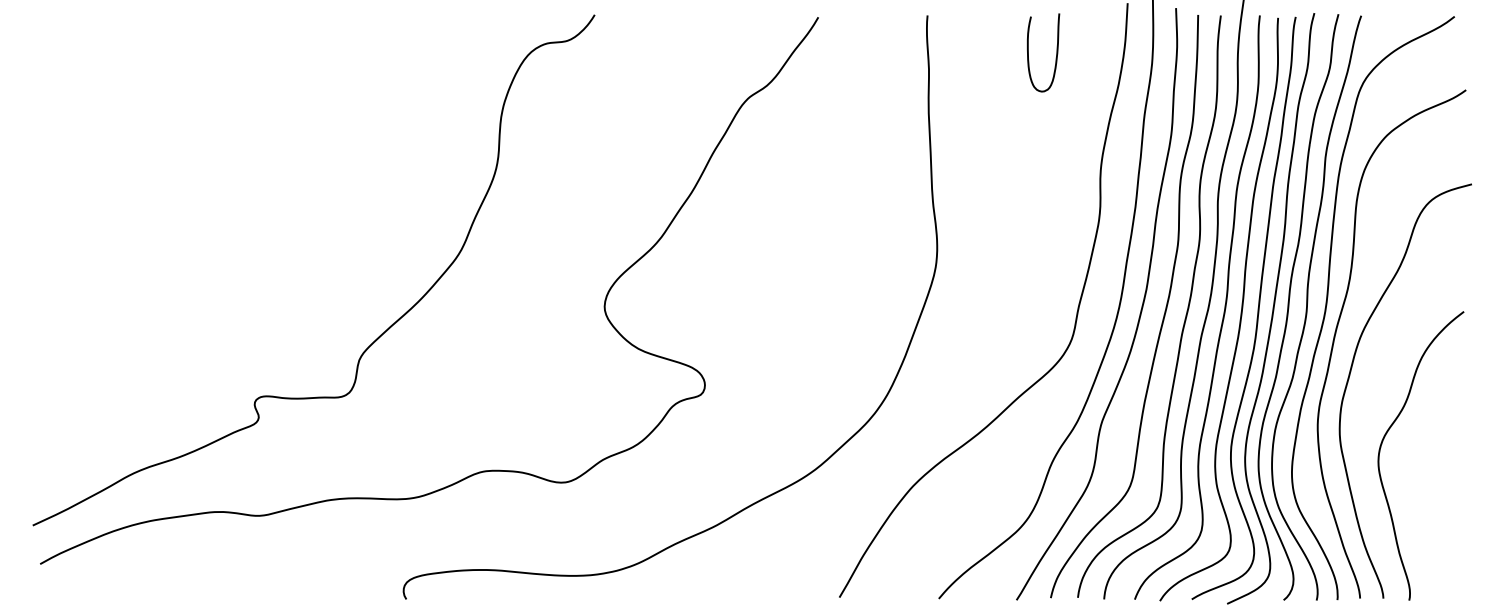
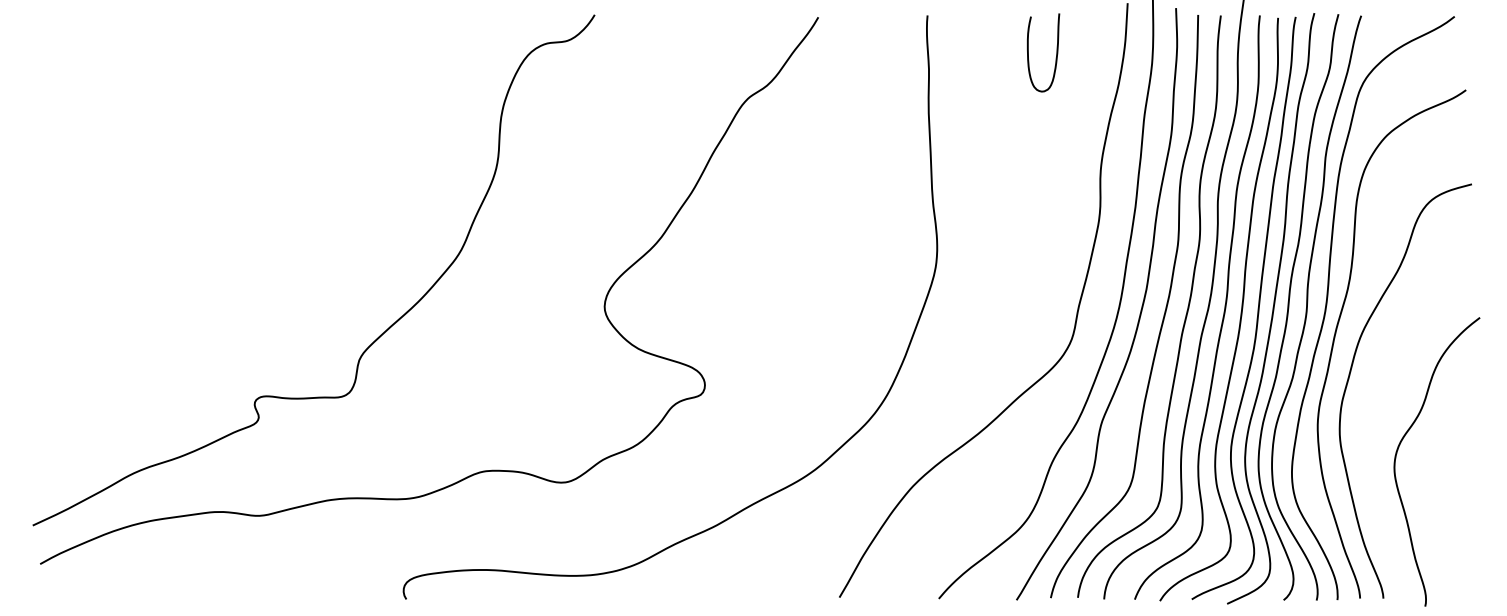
curve at (1384, 439) position: (1384, 439) -> (1400, 445)
